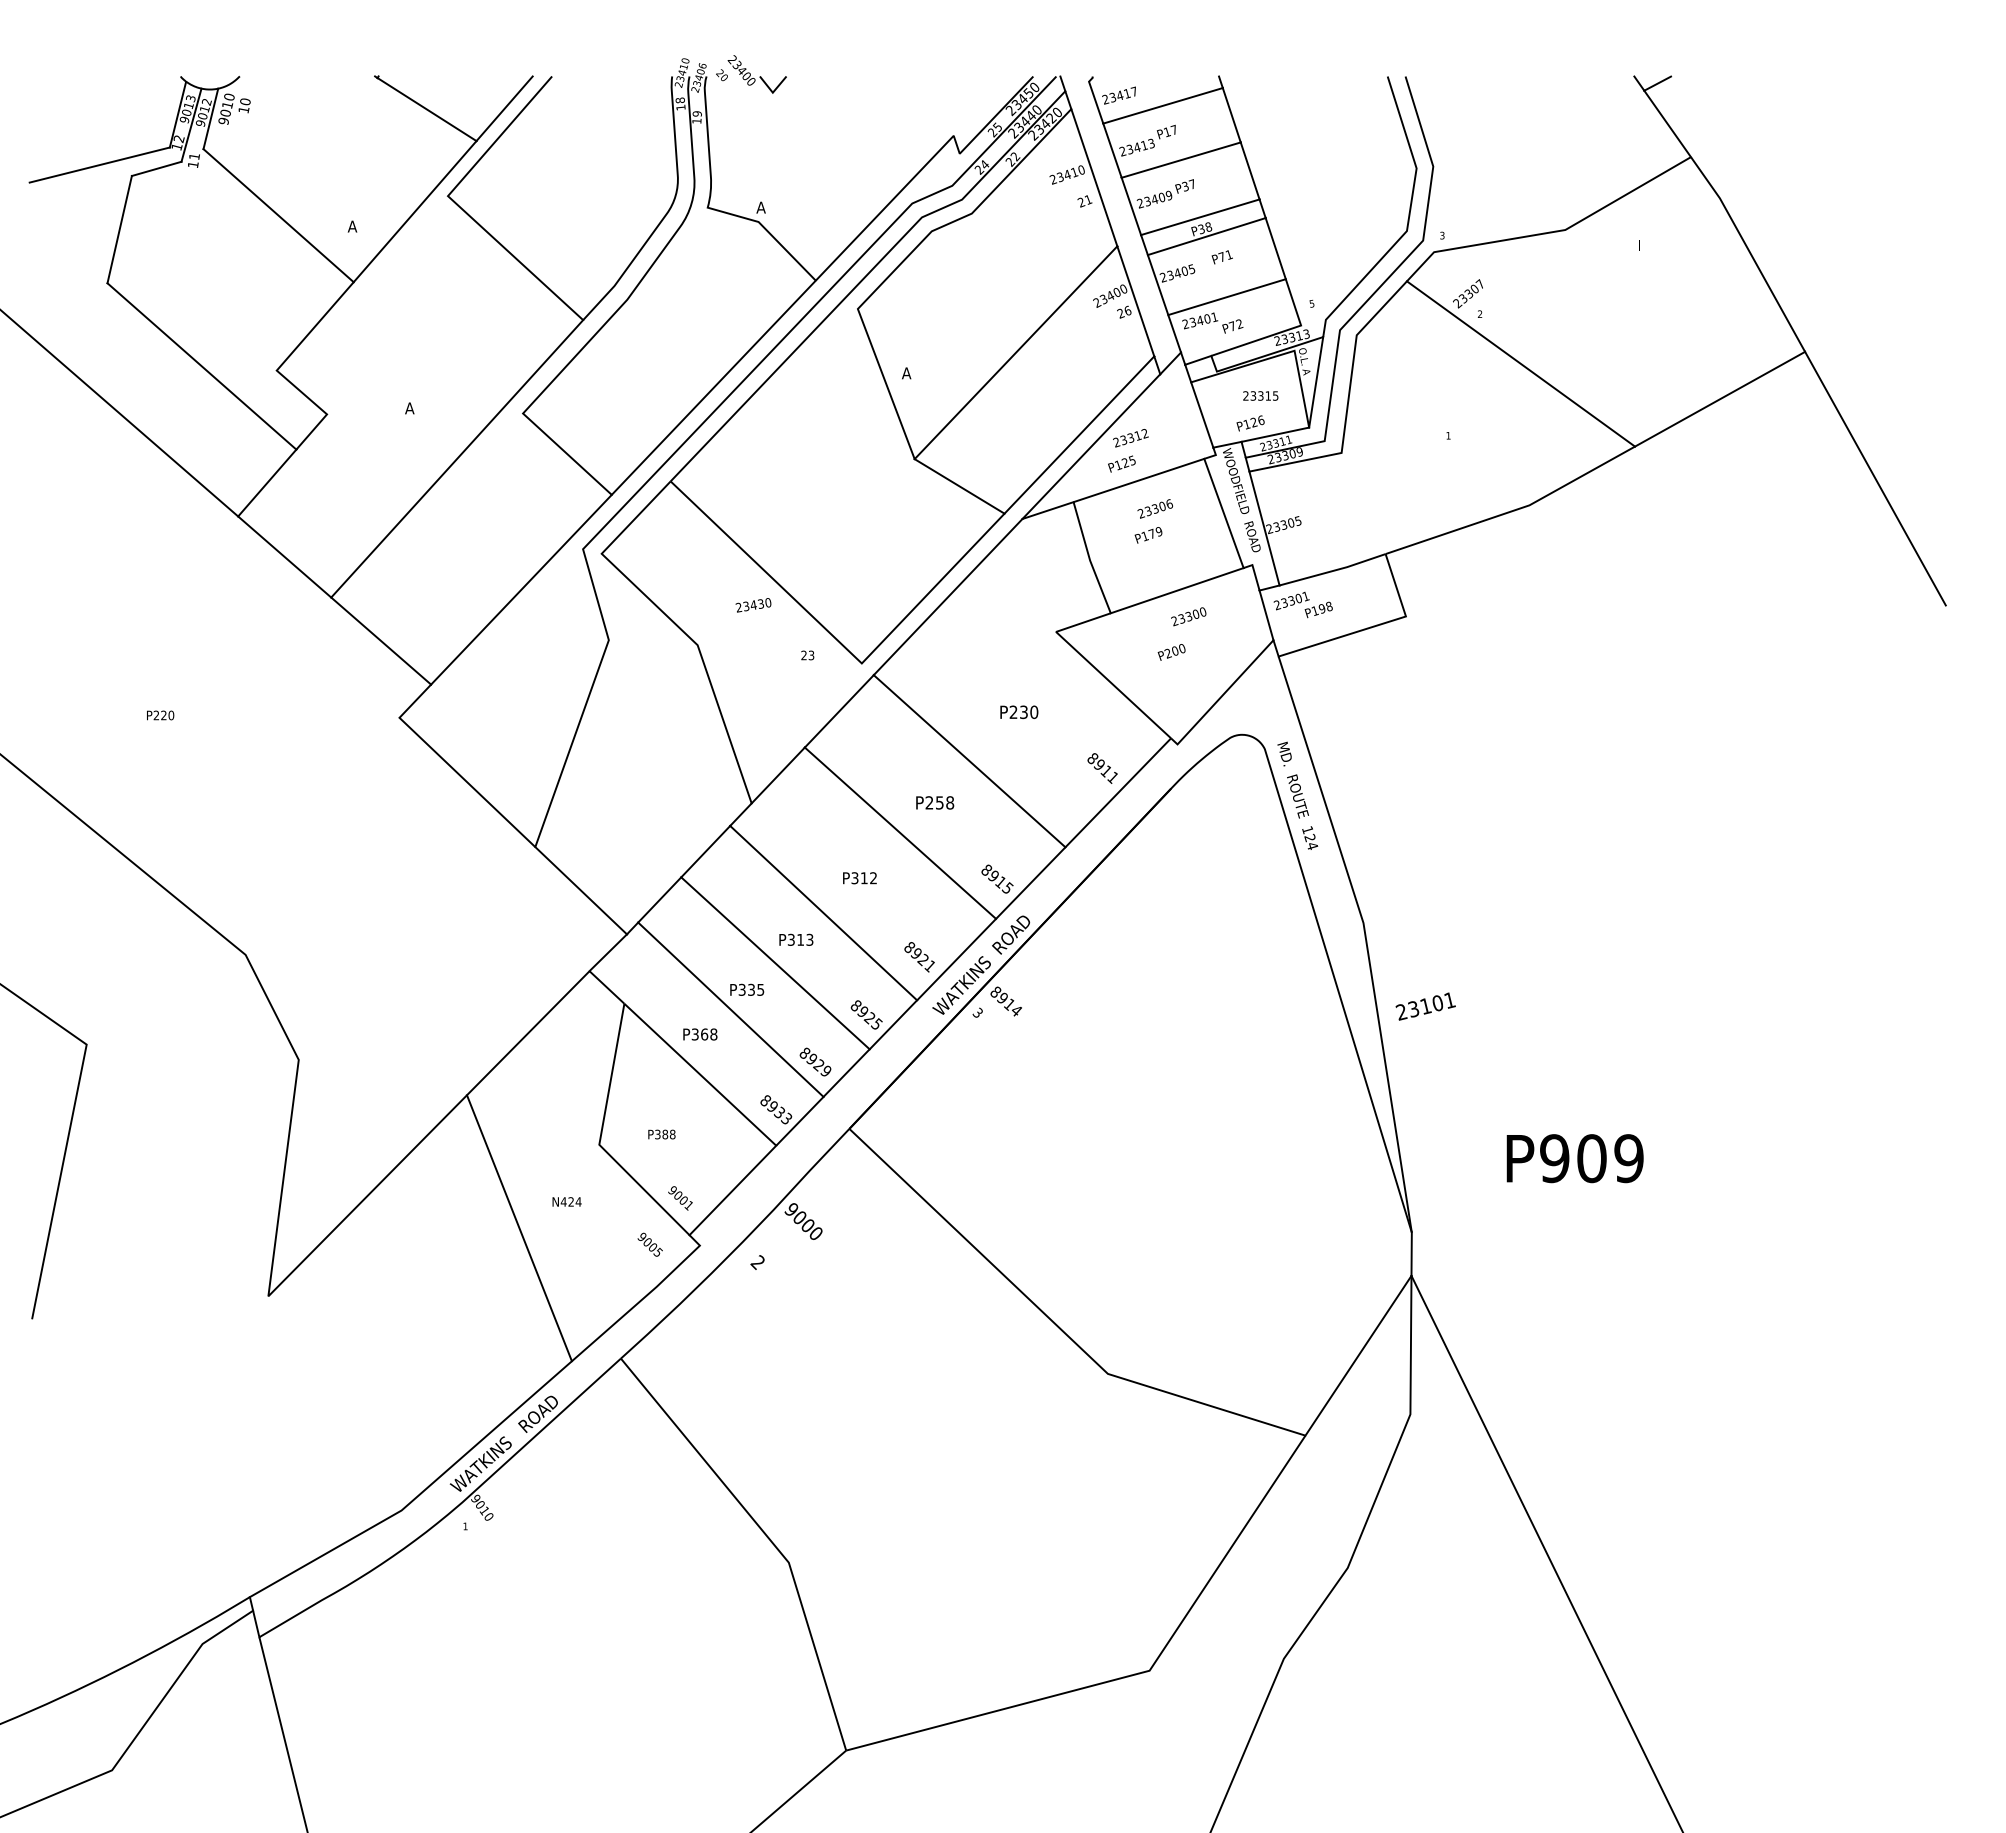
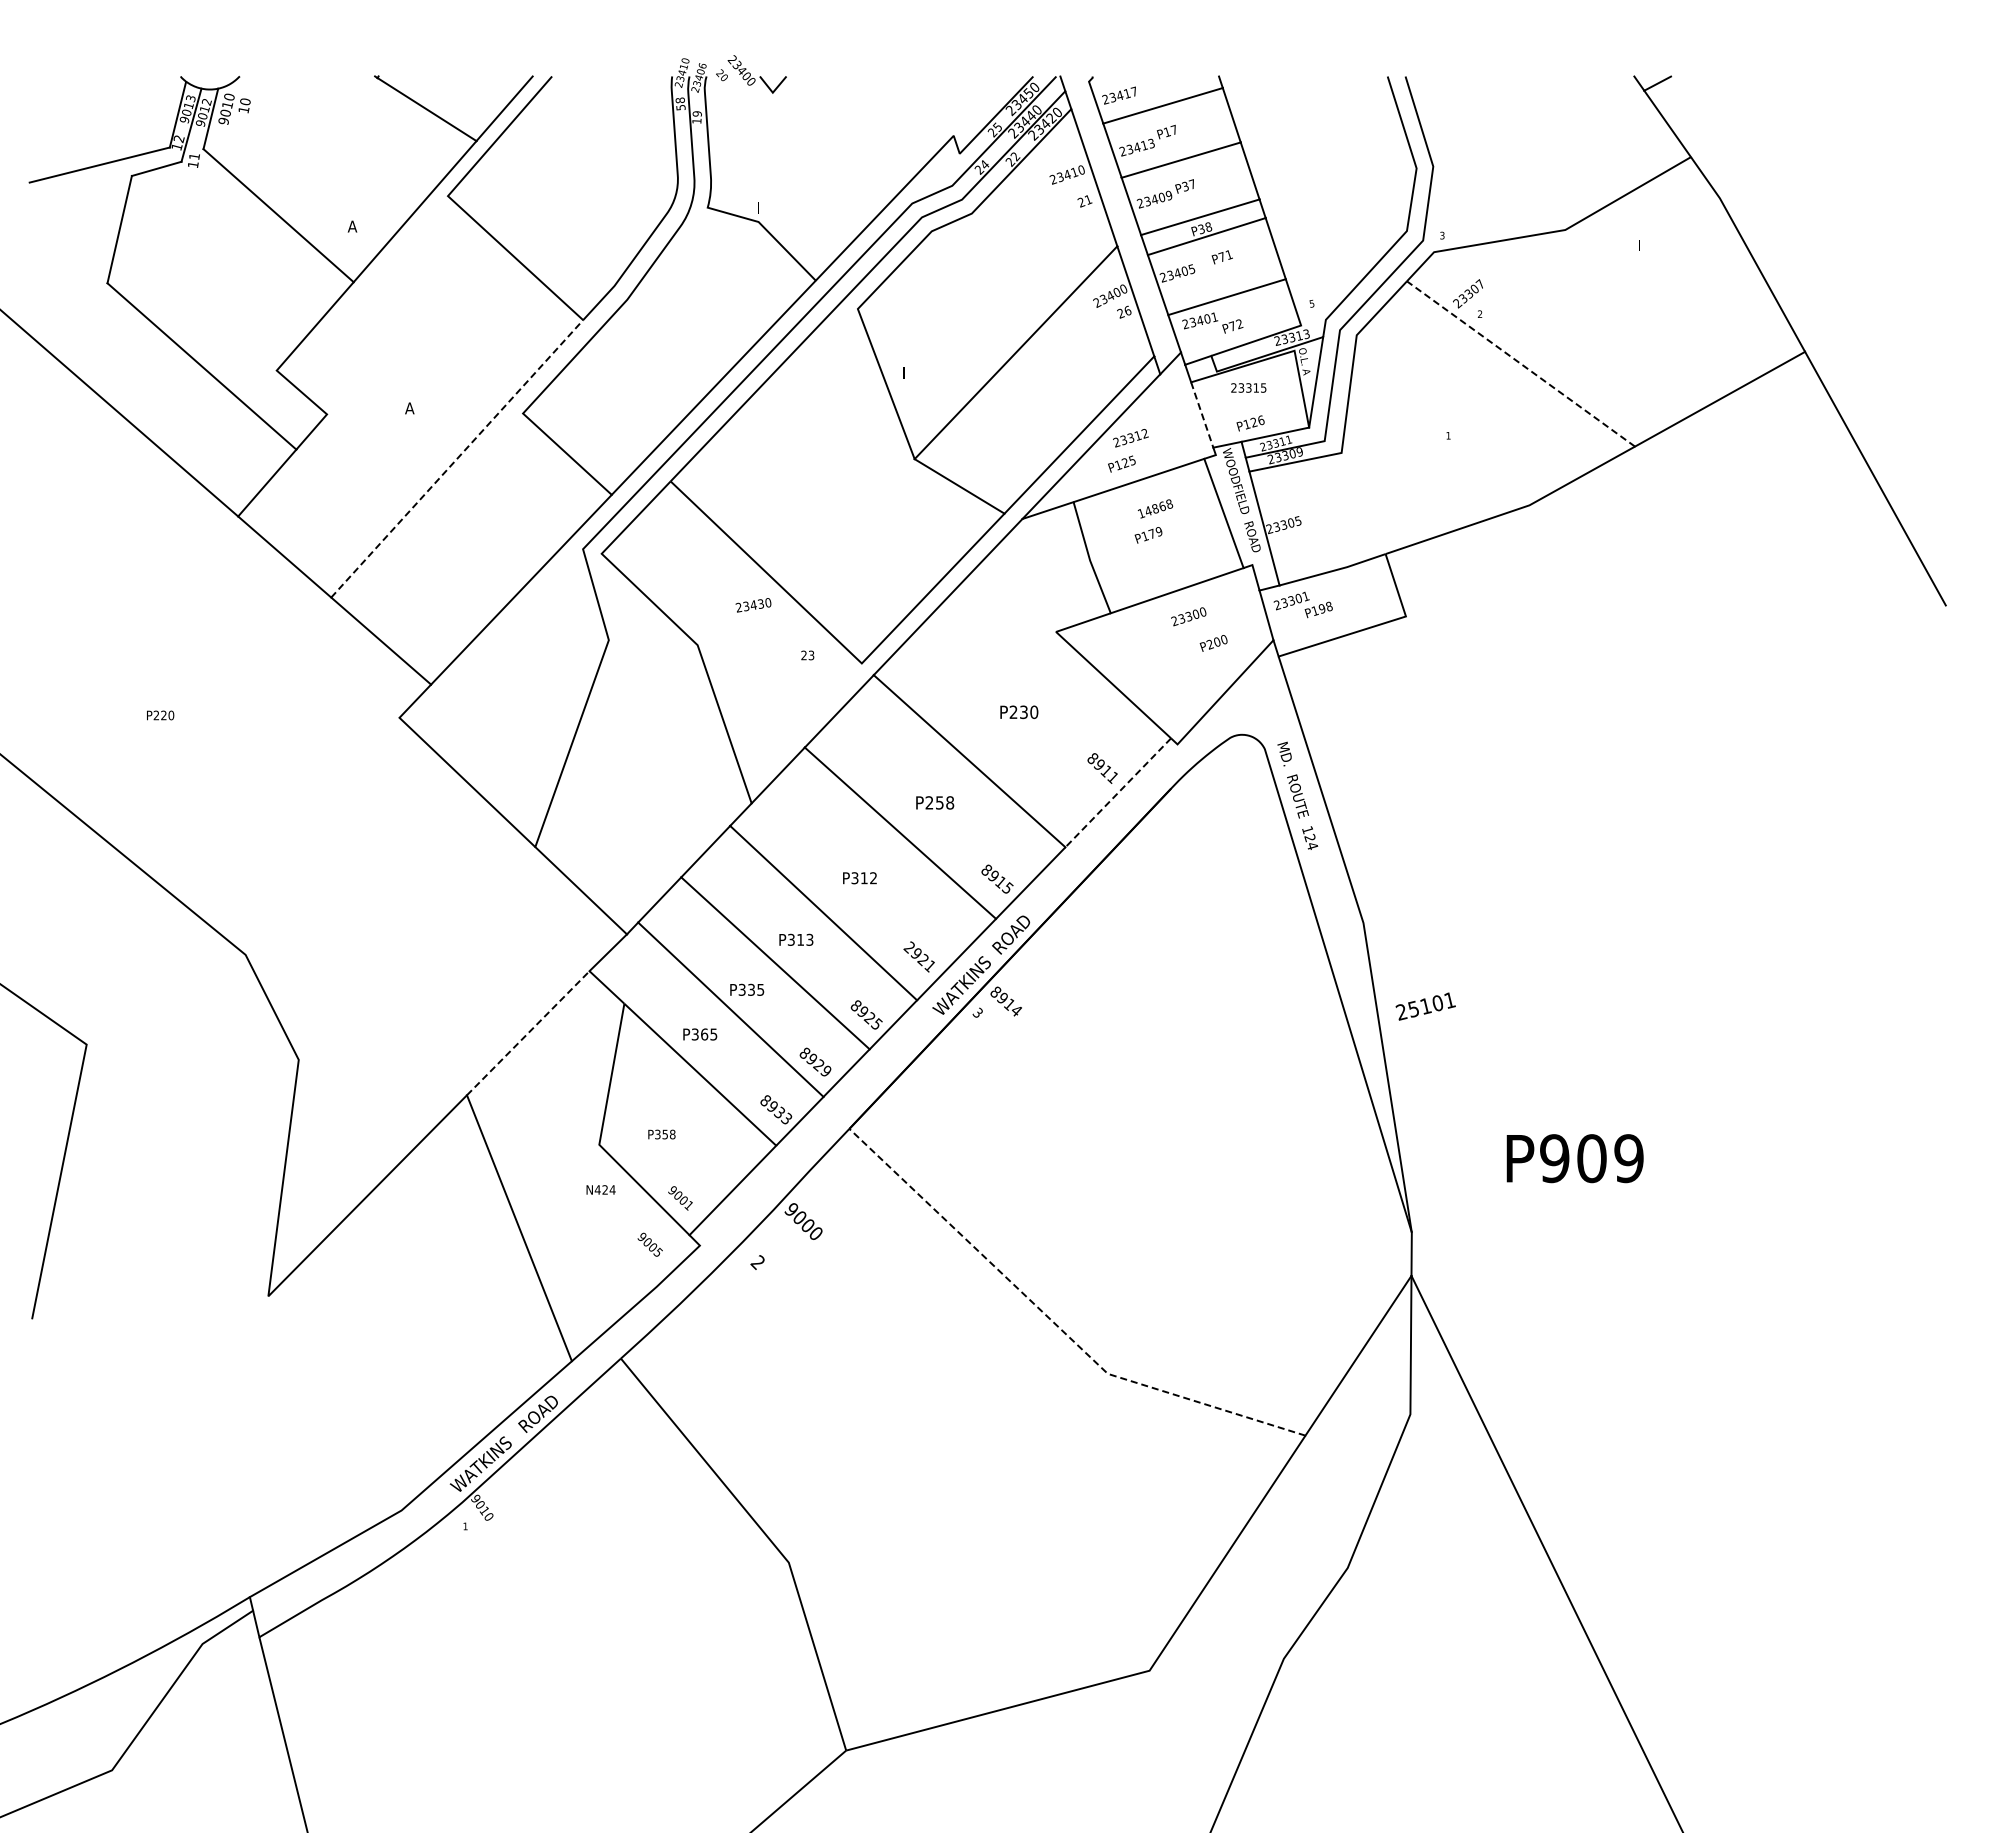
text at (680, 107): 18 -> 58
text at (760, 207): A -> I
line at (1521, 363): solid -> dashed
text at (906, 373): A -> I
text at (1260, 395) position: (1260, 395) -> (1248, 387)
line at (1202, 415): solid -> dashed
line at (457, 458): solid -> dashed
text at (1154, 508): 23306 -> 14868
text at (1171, 652) position: (1171, 652) -> (1213, 643)
line at (1117, 793): solid -> dashed
text at (909, 947): 8921 -> 2921
text at (1413, 1007): 23101 -> 25101
line at (529, 1032): solid -> dashed
text at (713, 1034): P368 -> P365
text at (665, 1134): P388 -> P358
text at (566, 1201) position: (566, 1201) -> (600, 1189)
line at (1053, 1322): solid -> dashed
